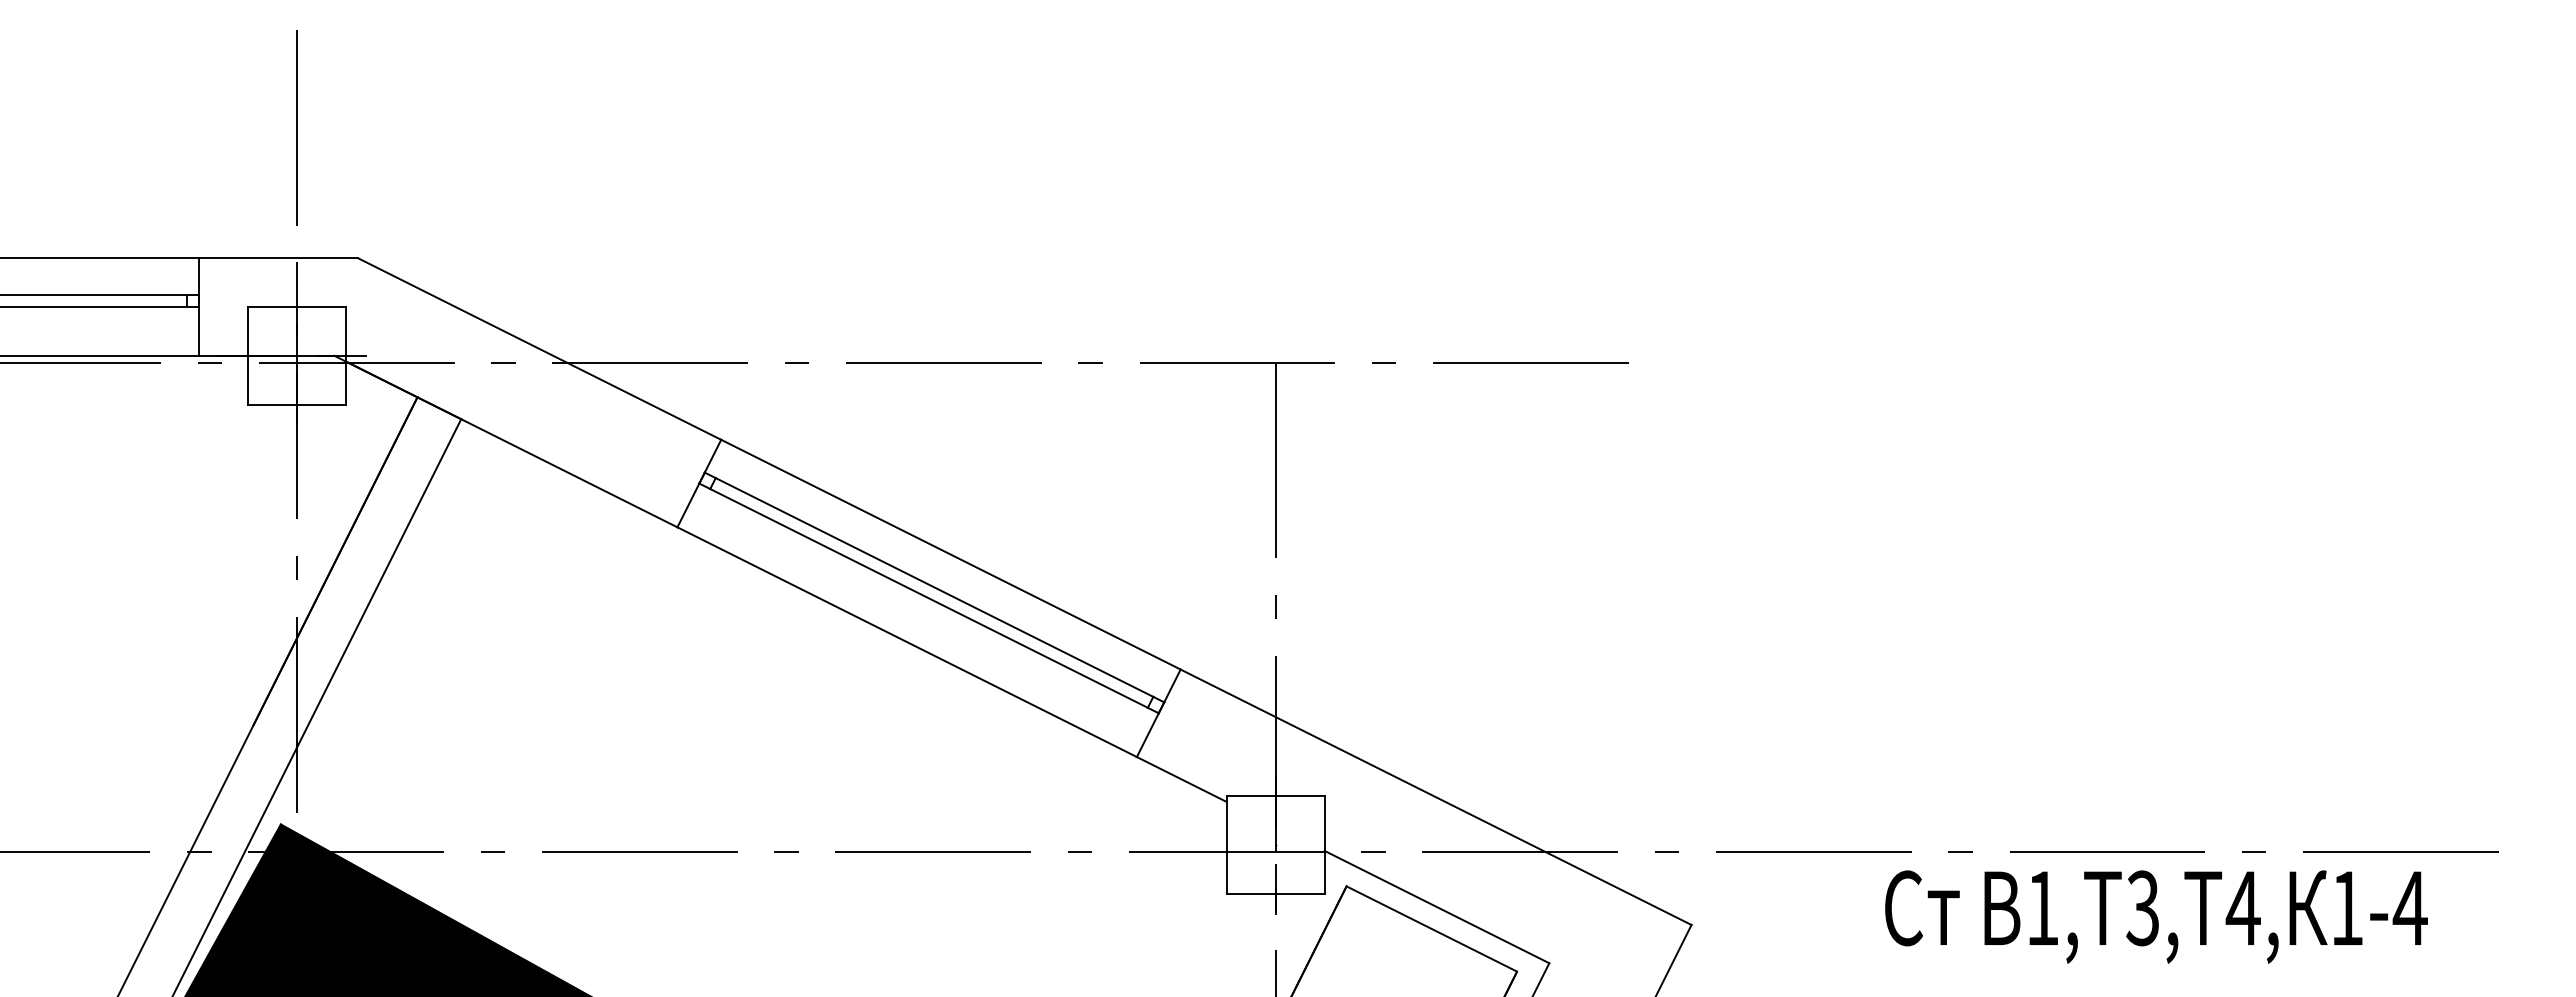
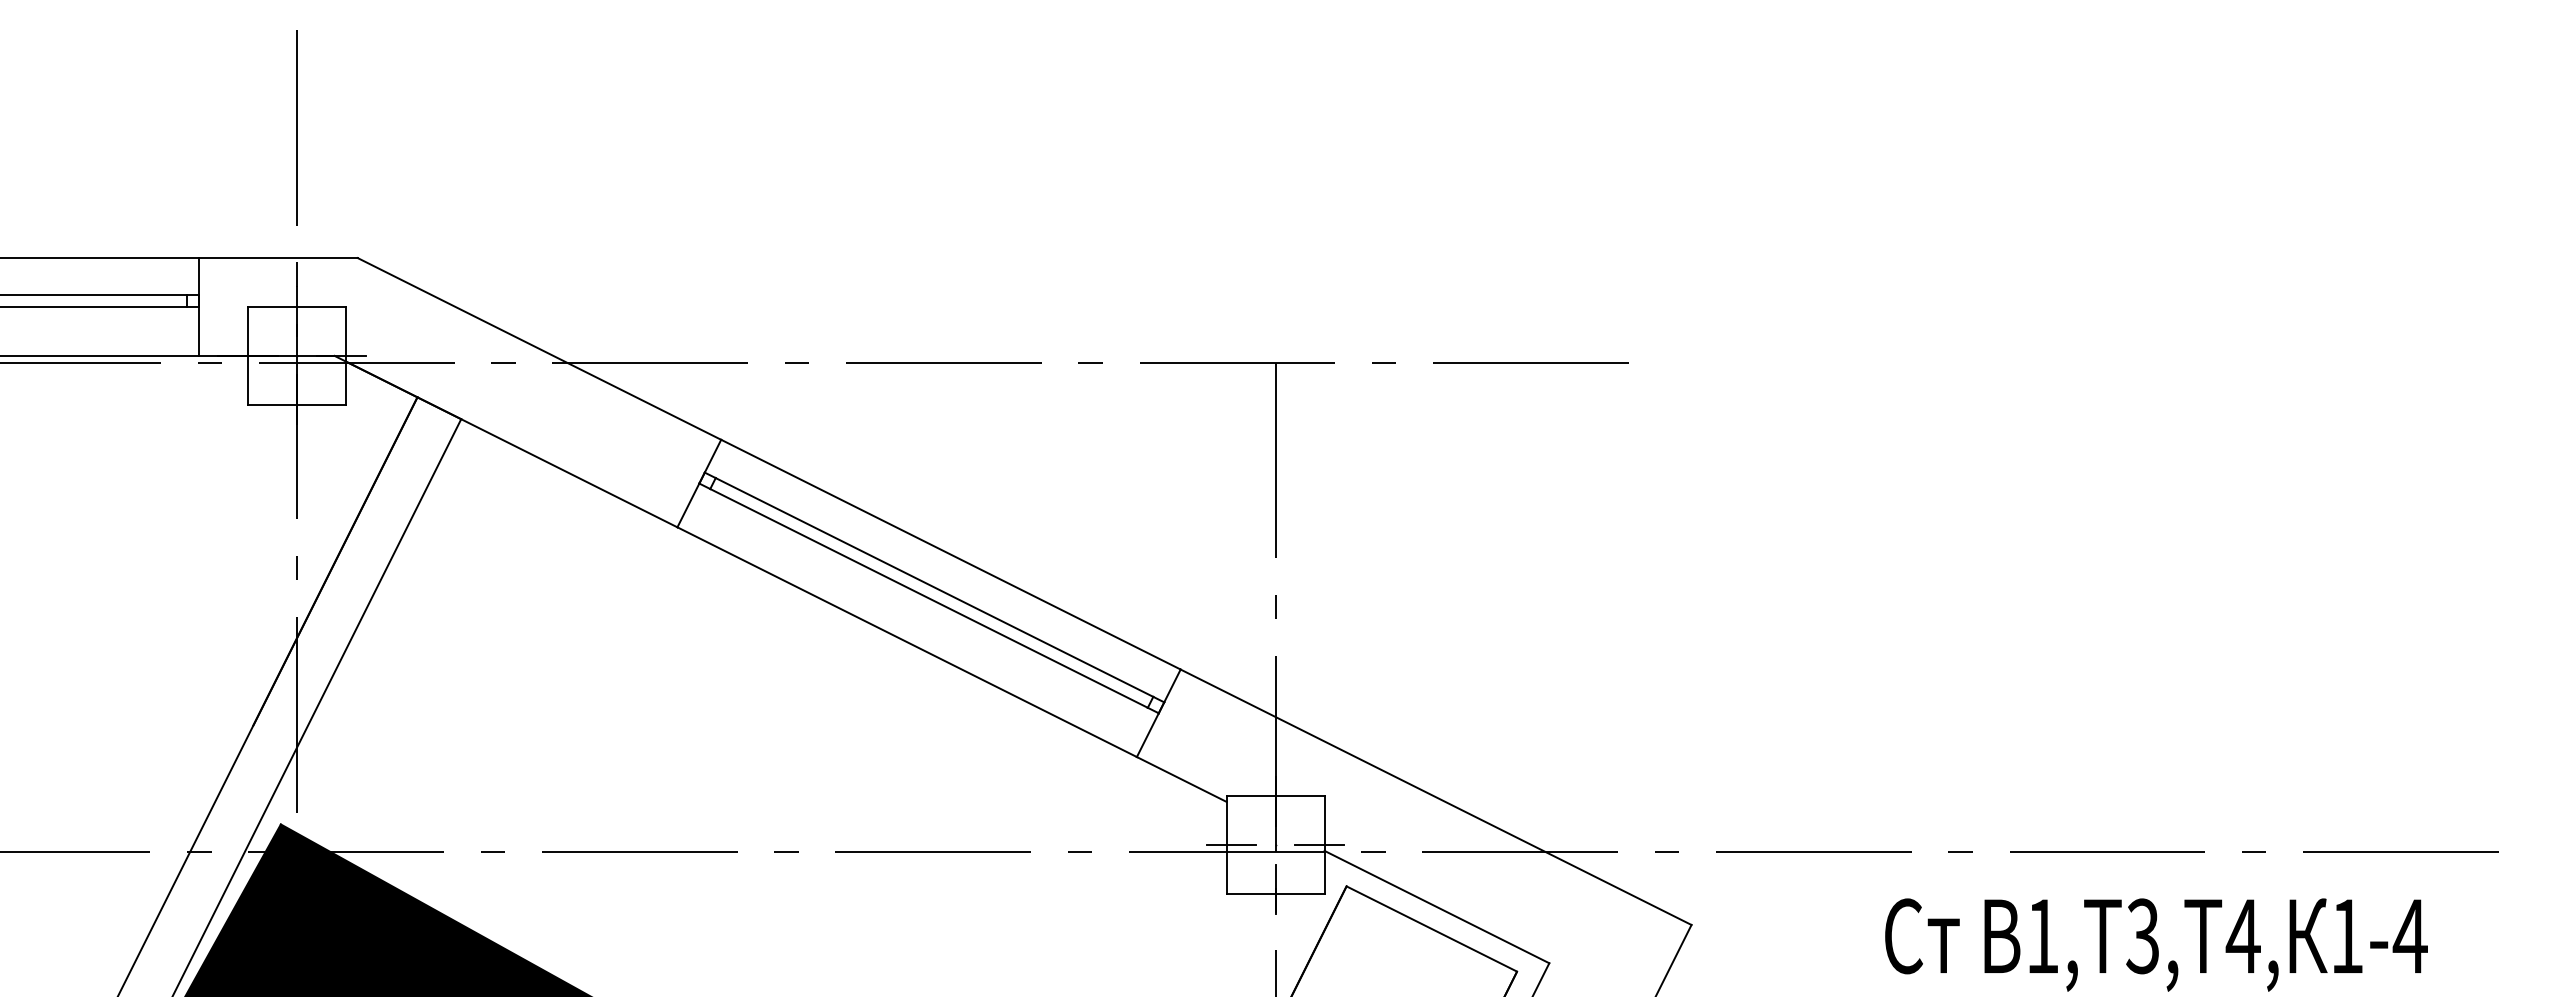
line at (1231, 845): none -> present
line at (1319, 845): none -> present
text at (2156, 916) position: (2156, 916) -> (2156, 944)
